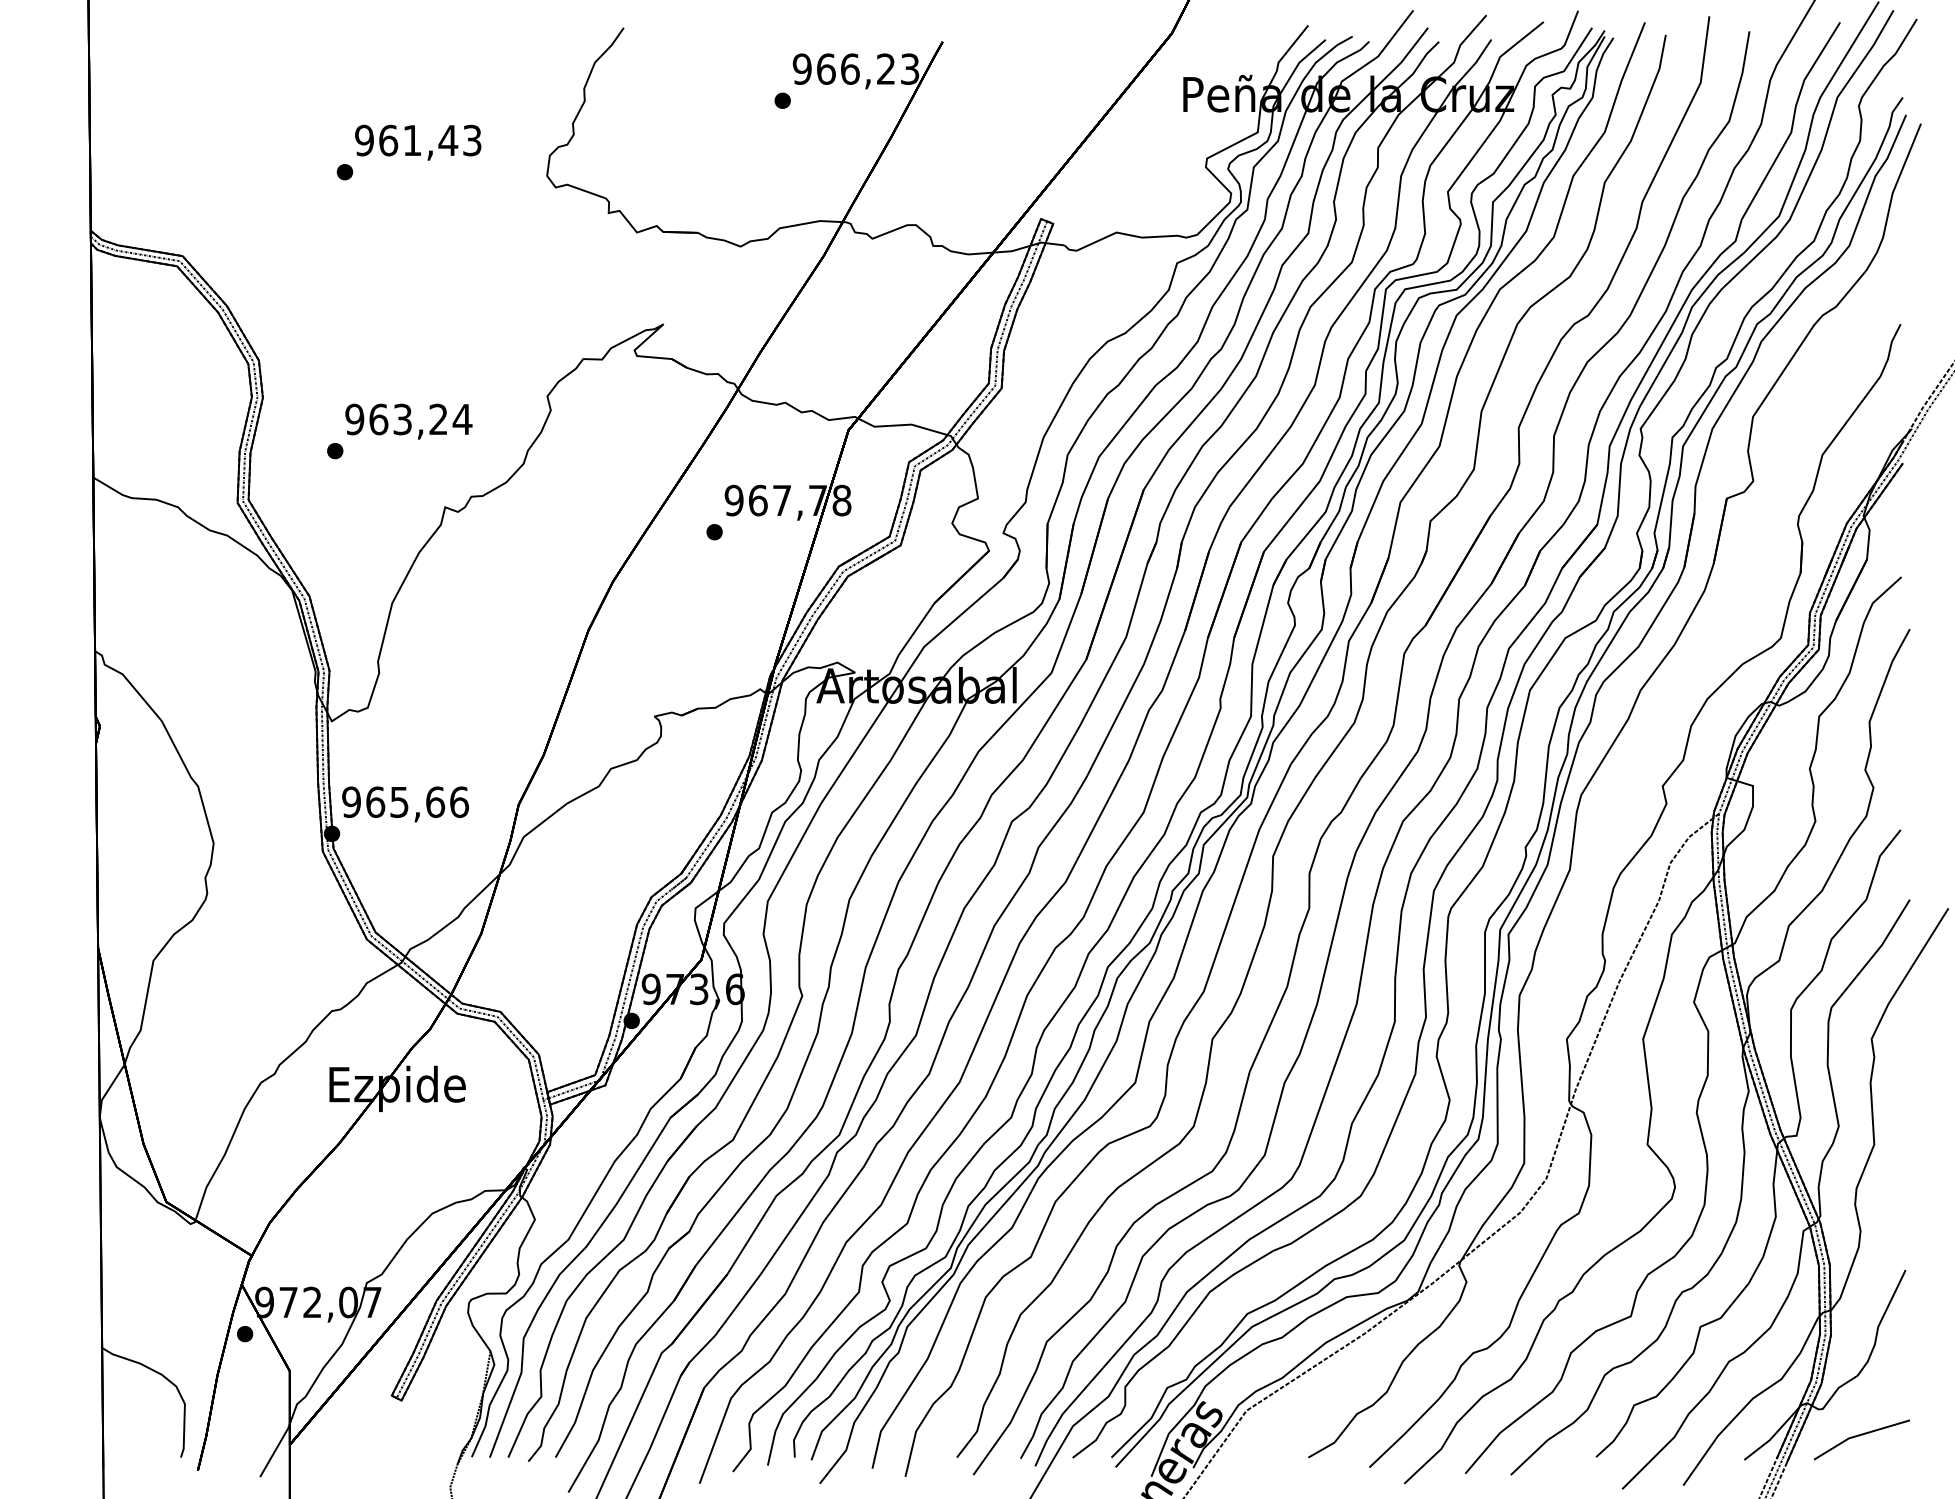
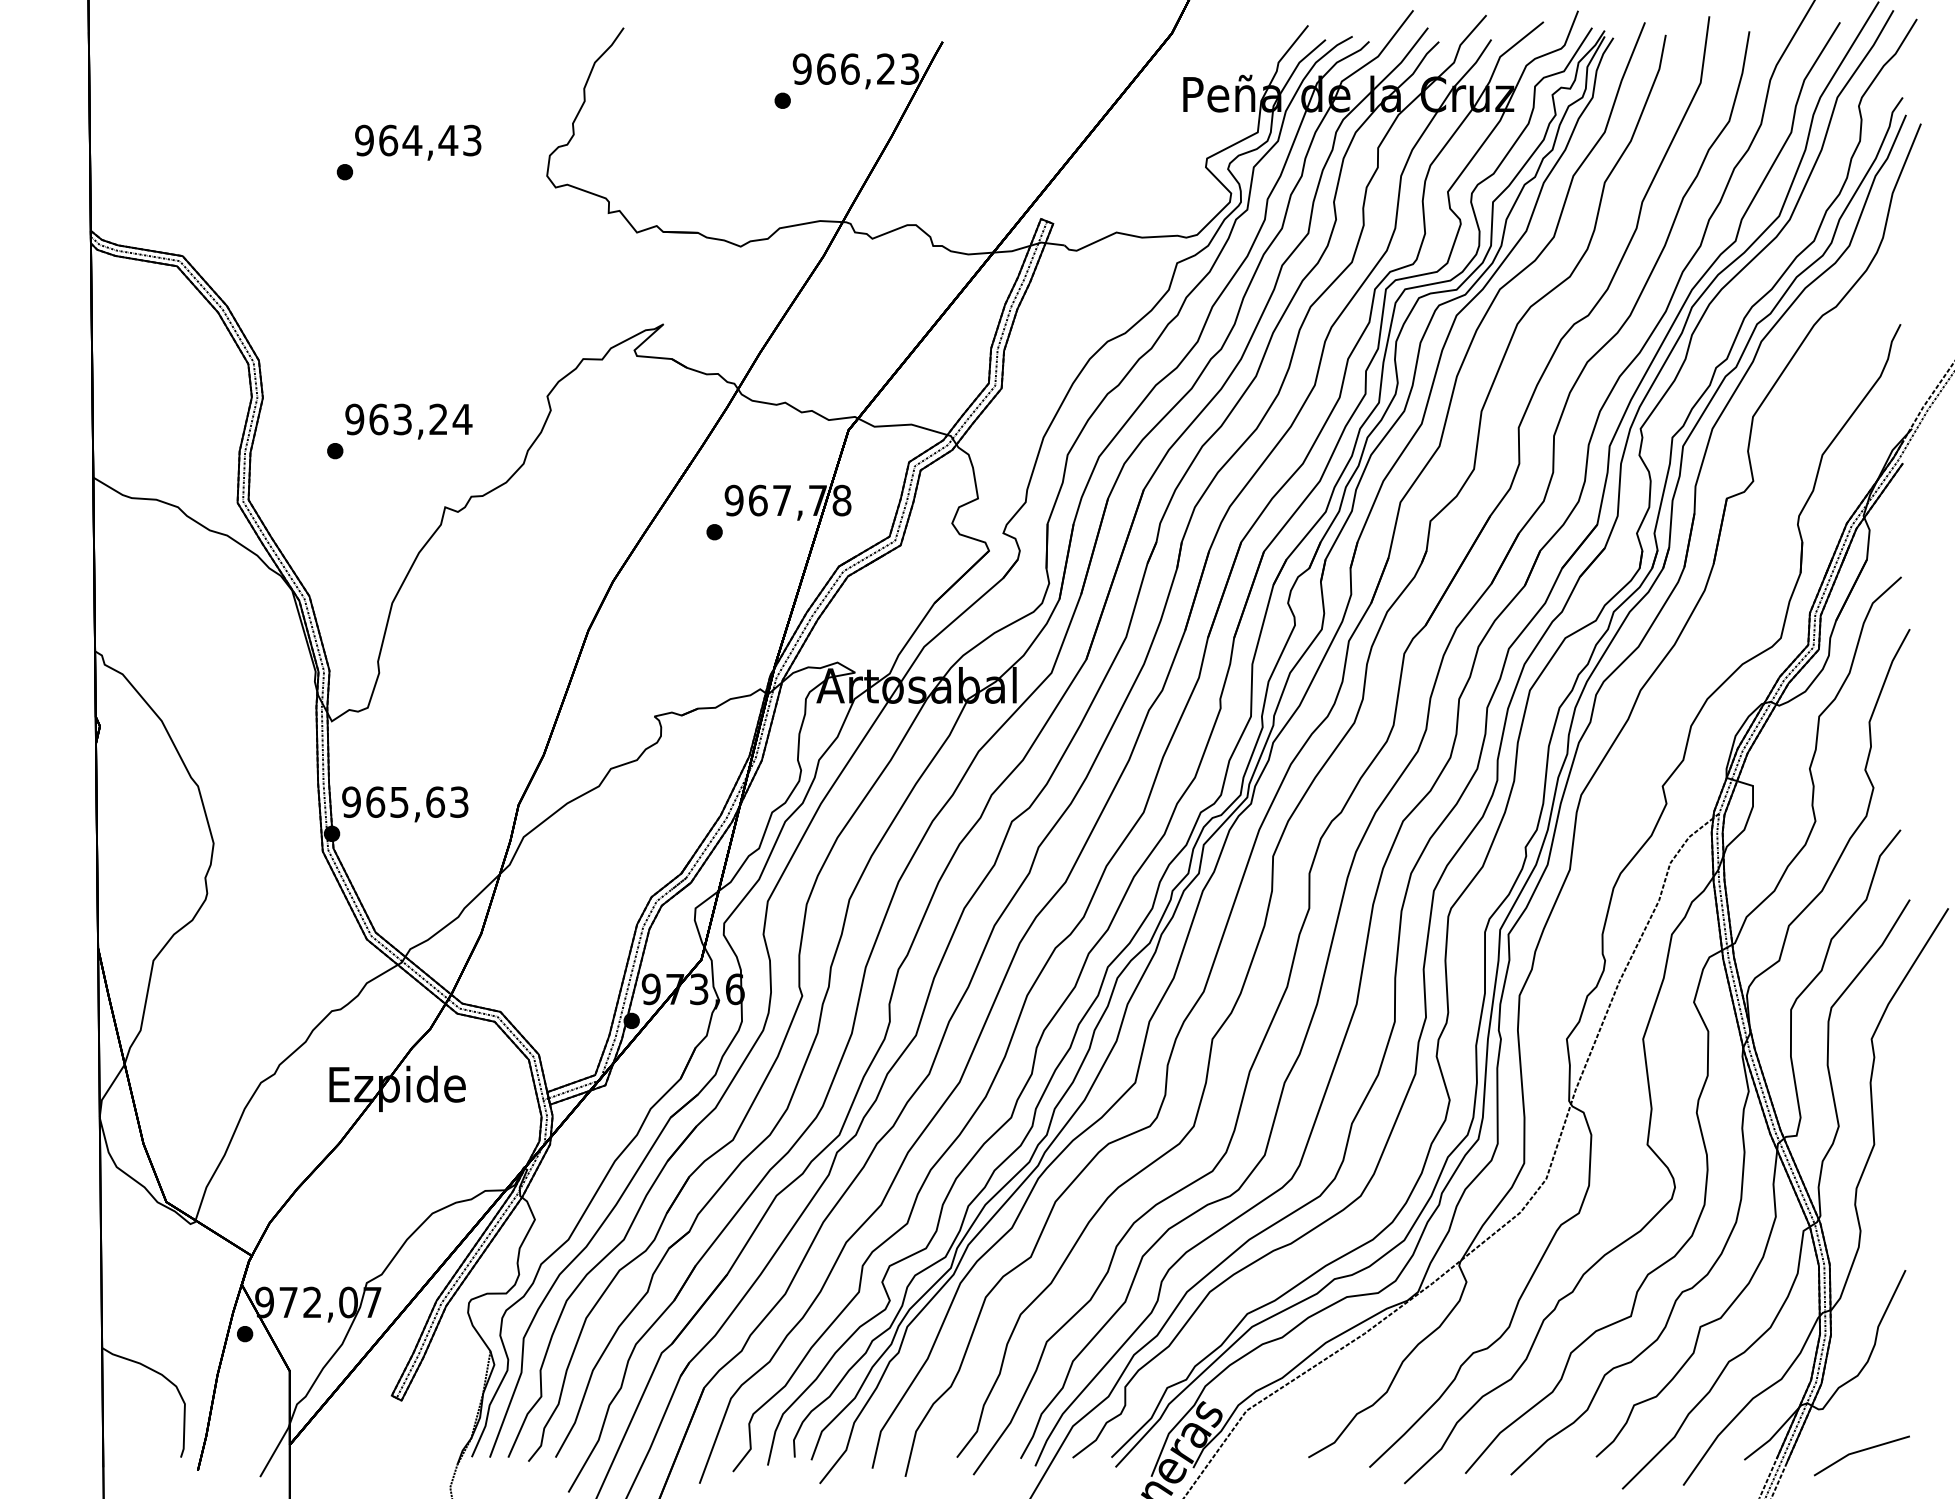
text at (412, 140): 961,43 -> 964,43
text at (459, 801): 965,66 -> 965,63
part at (1861, 1439) position: (1861, 1439) -> (1861, 1455)
